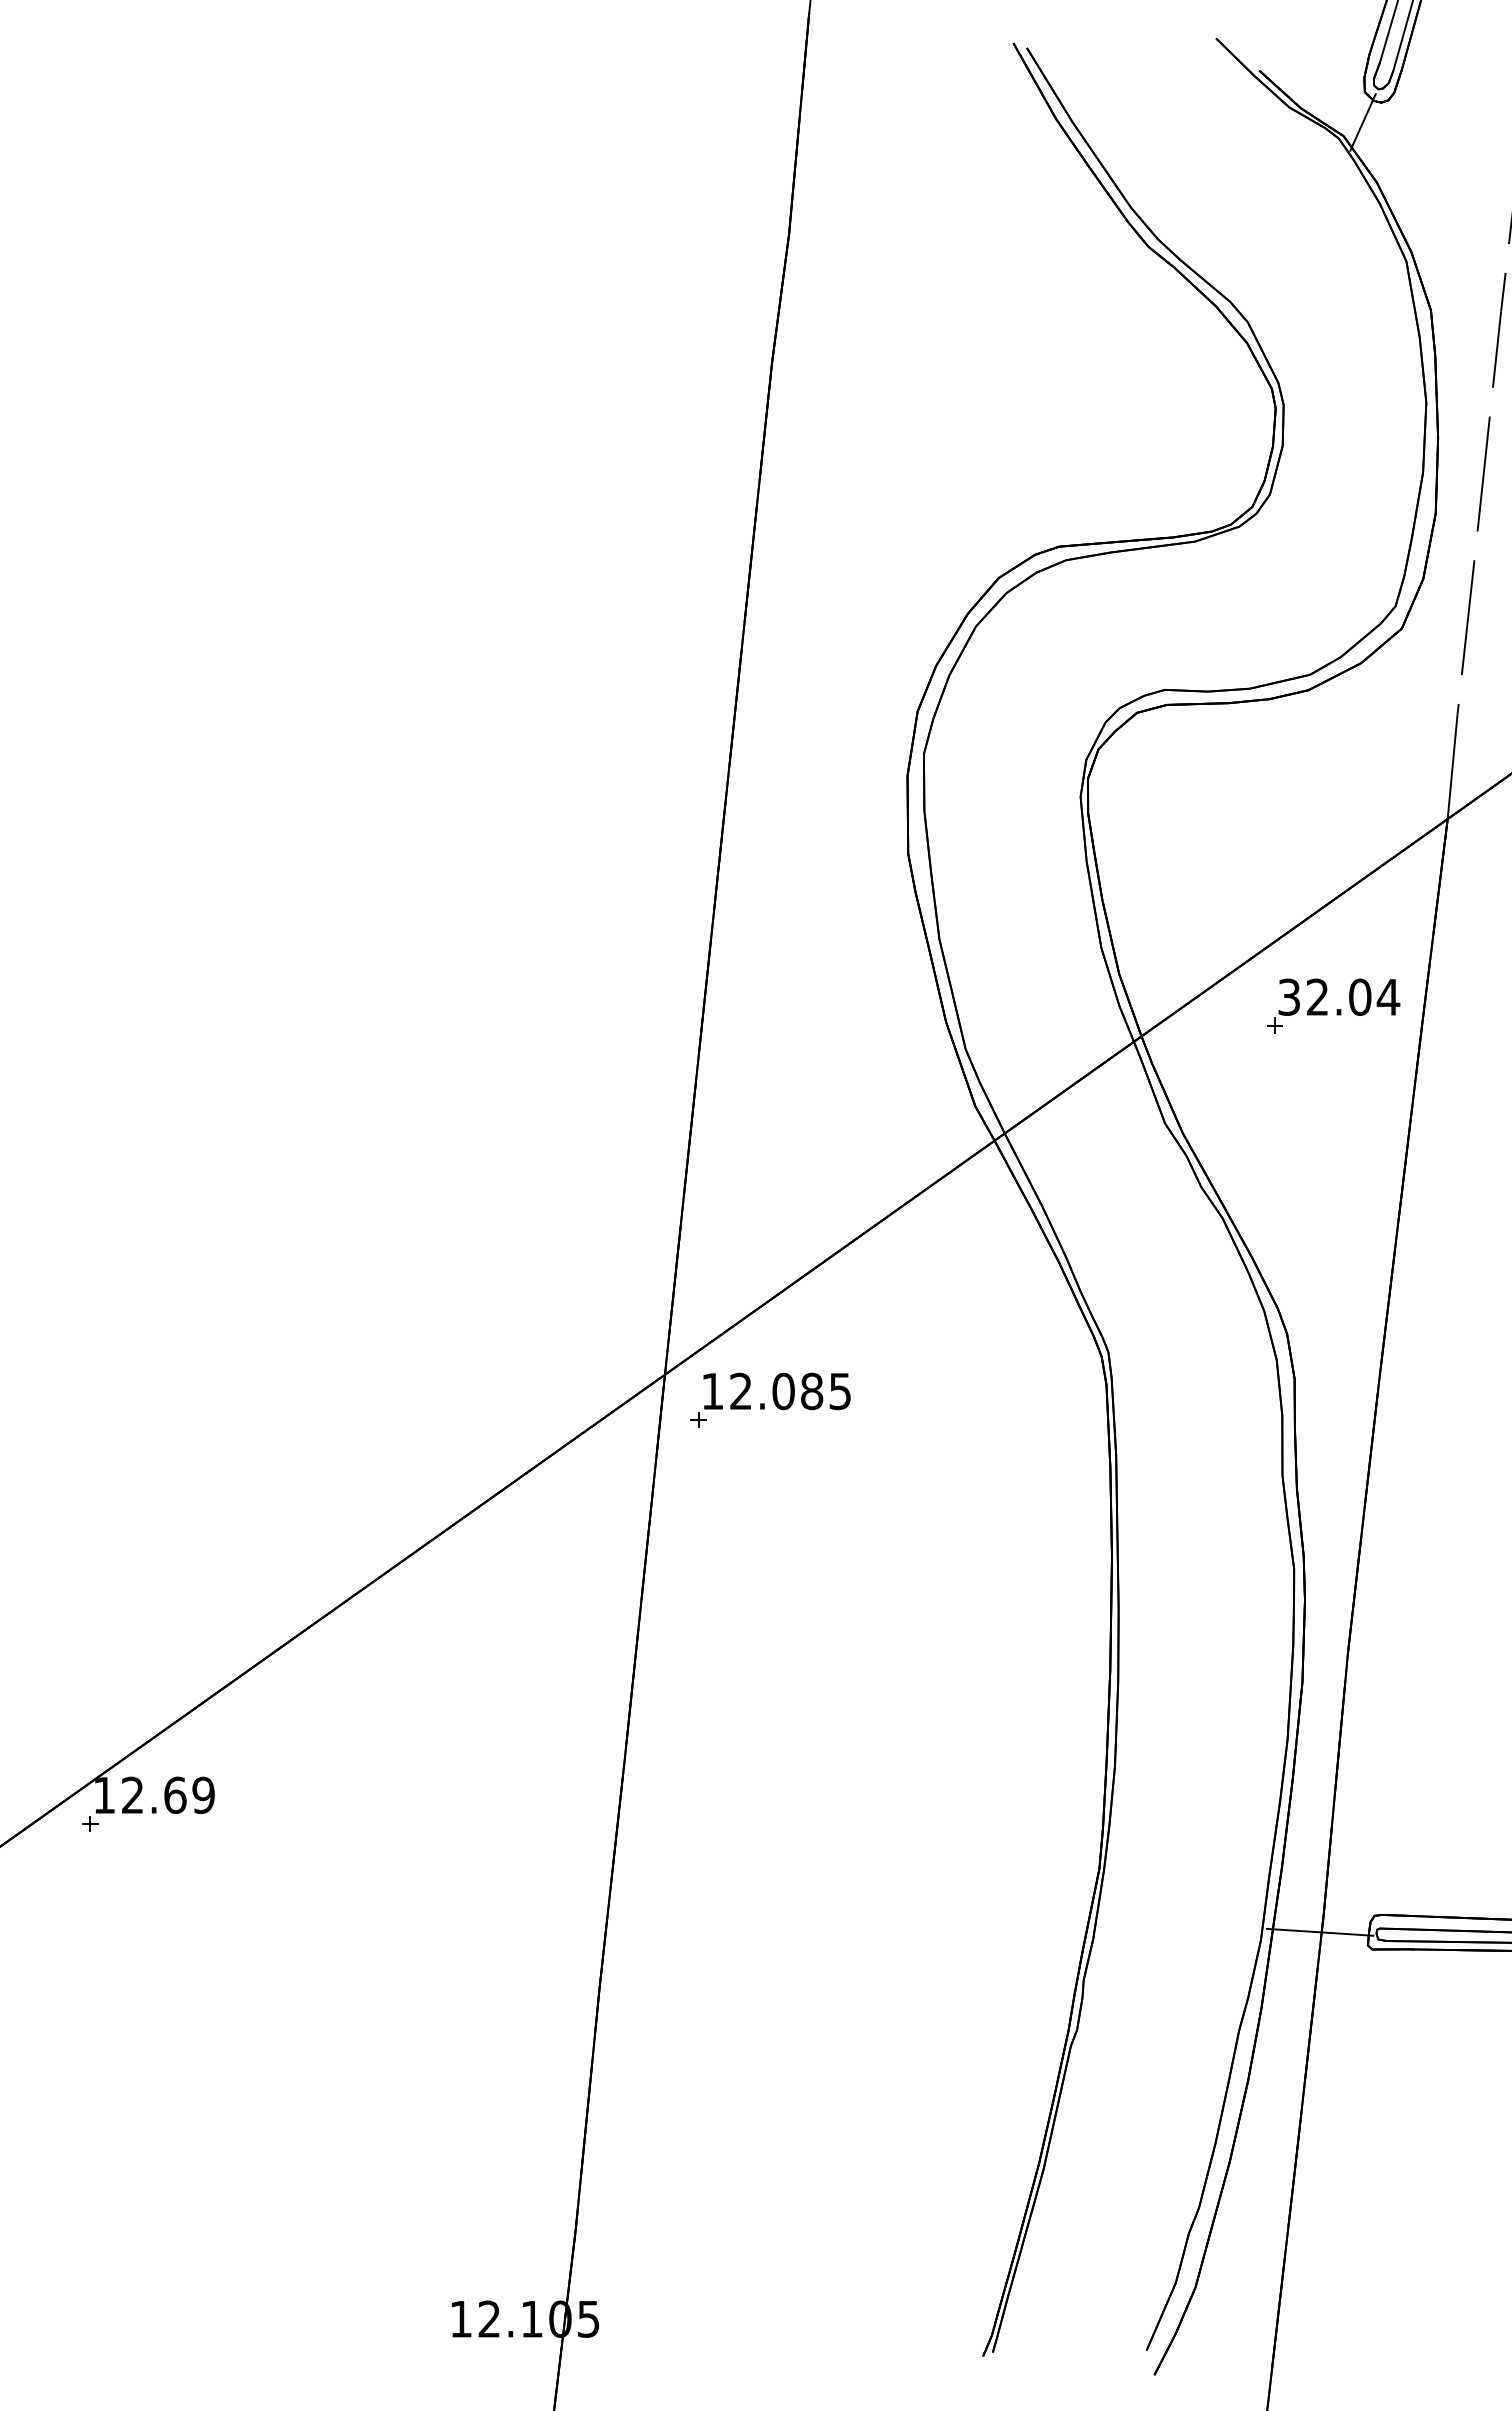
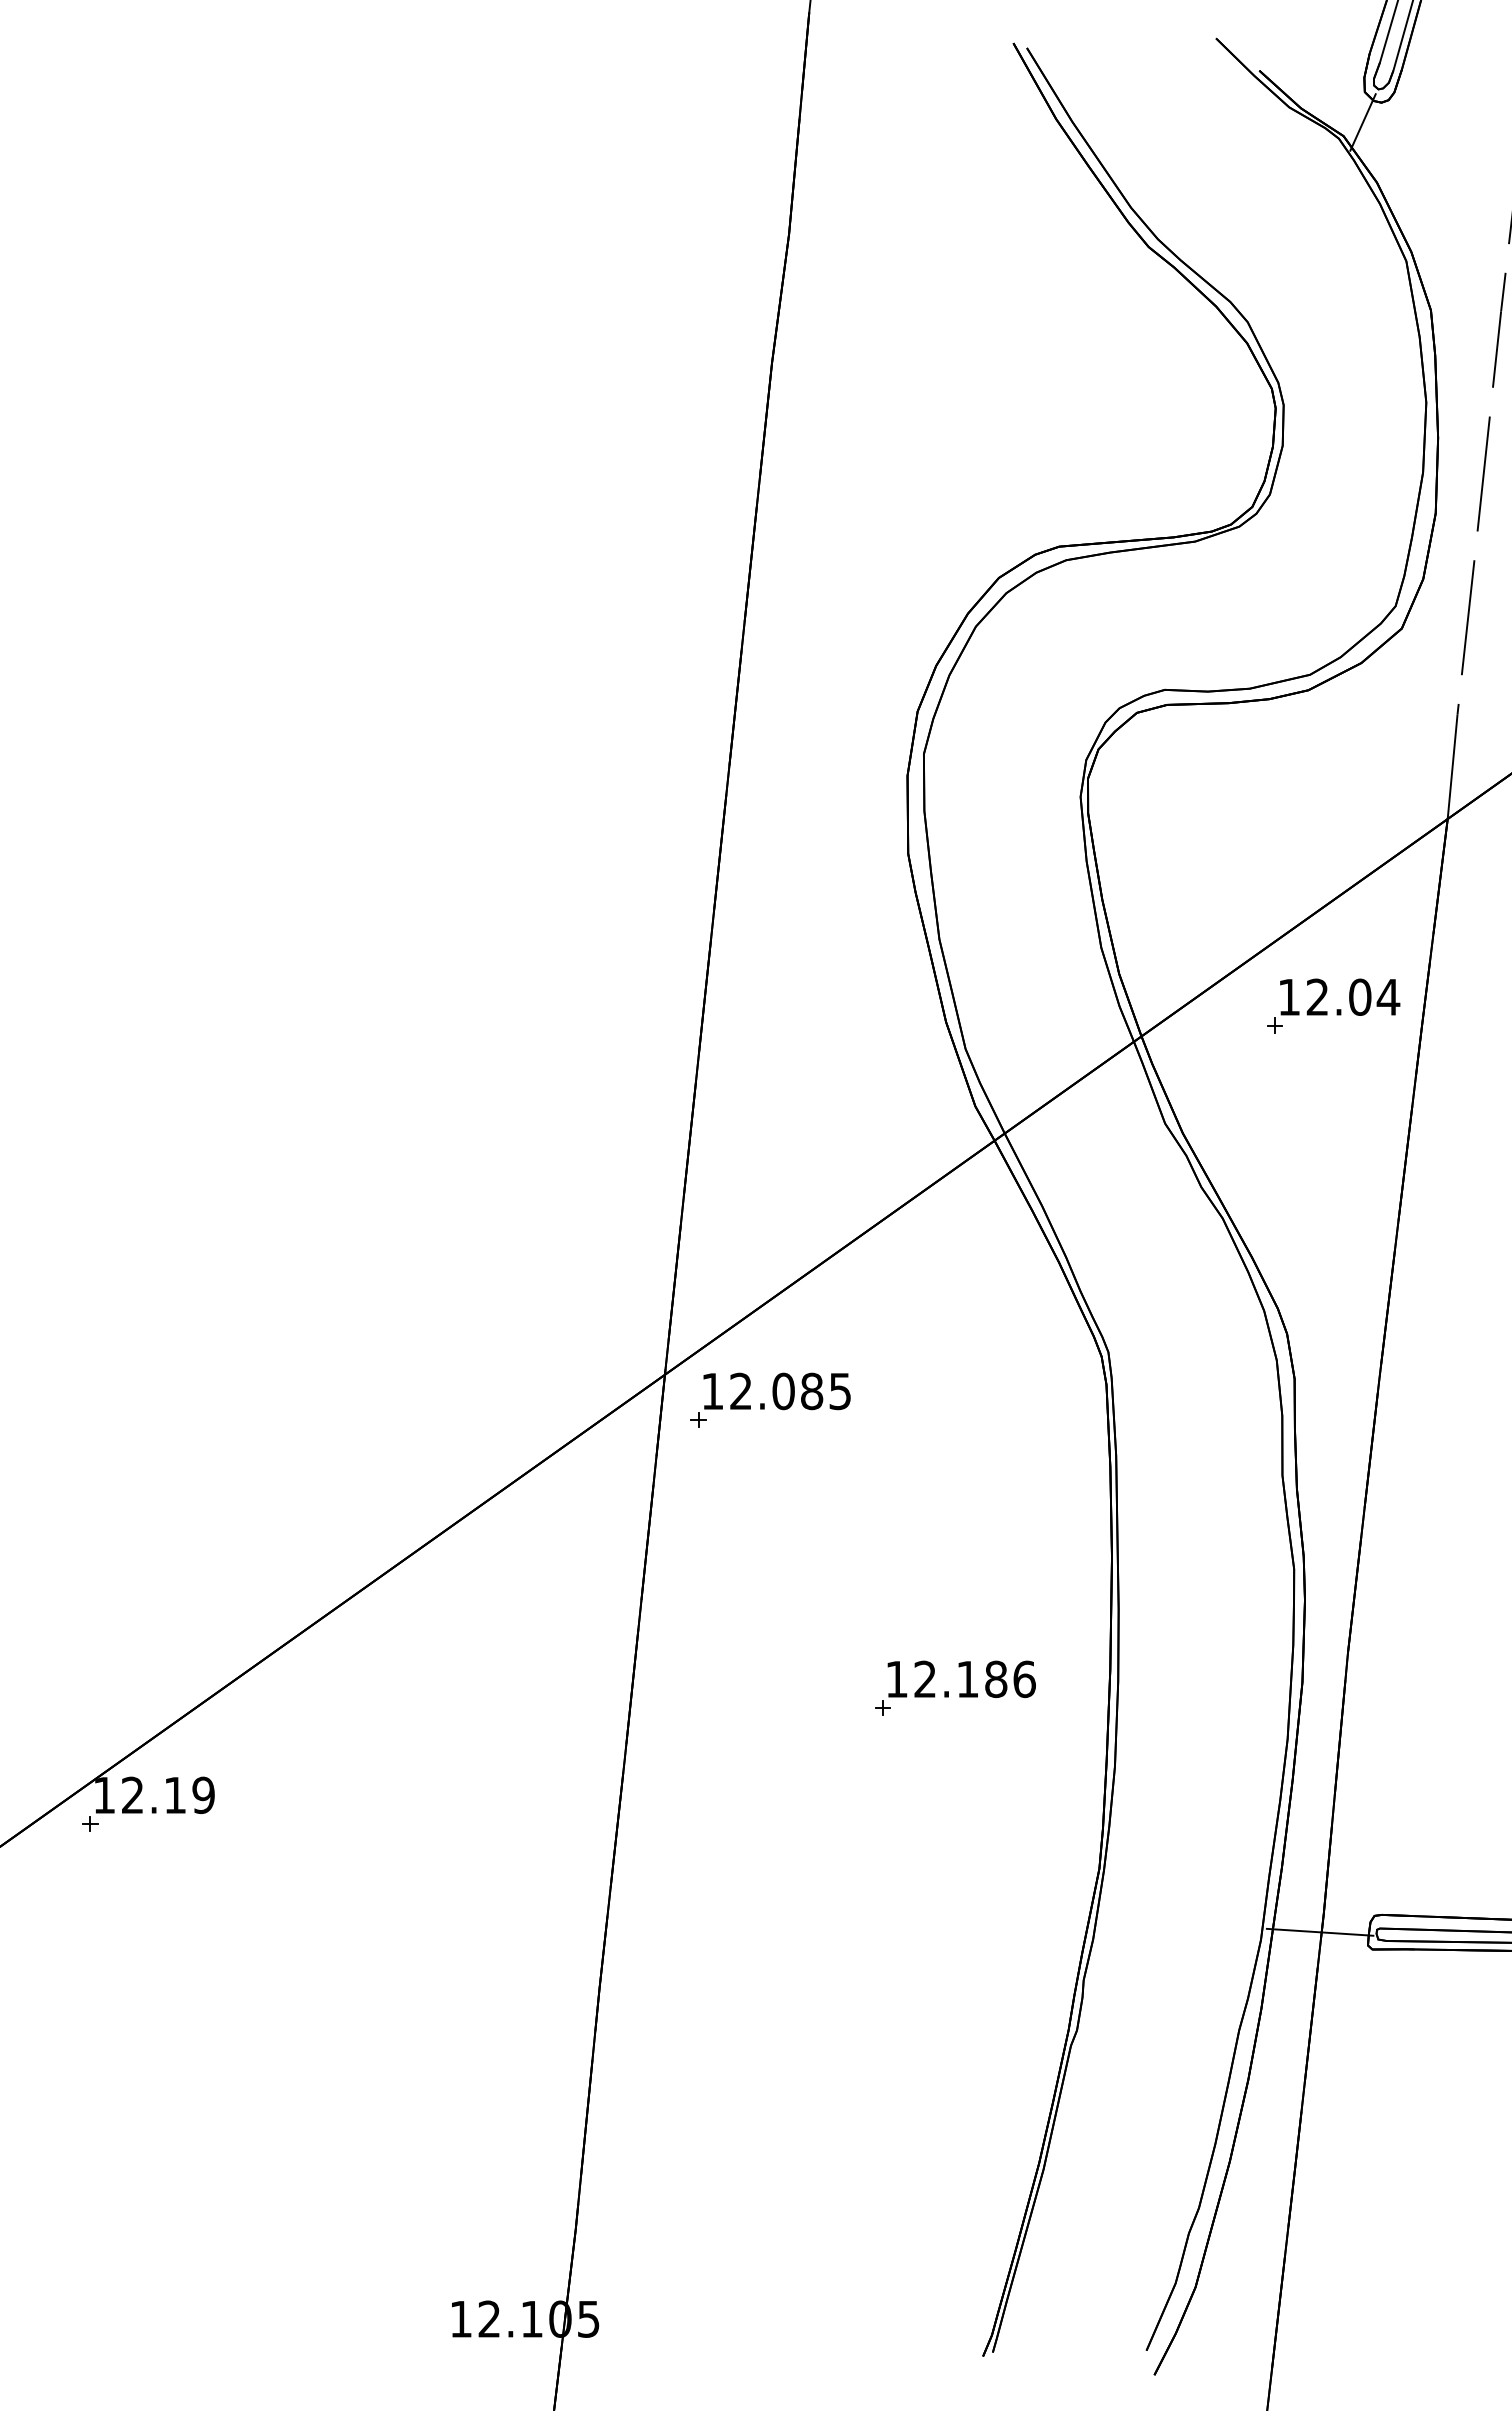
text at (1288, 996): 32.04 -> 12.04
part at (959, 1693): none -> present
text at (175, 1795): 12.69 -> 12.19
